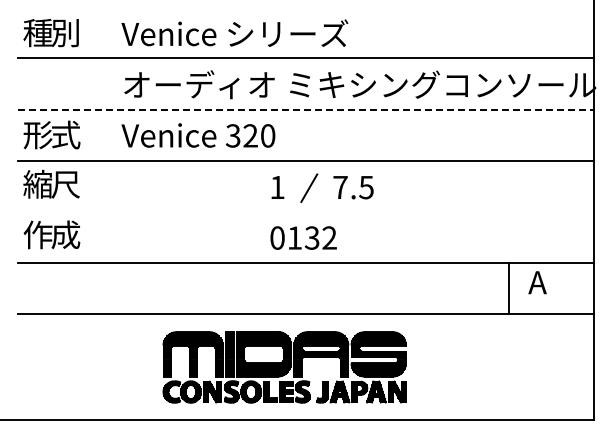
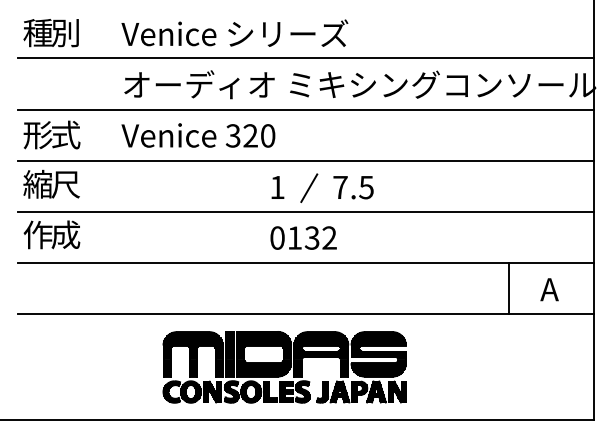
line at (306, 109): dashed -> solid
line at (305, 212): none -> present
text at (537, 282) position: (537, 282) -> (549, 289)
